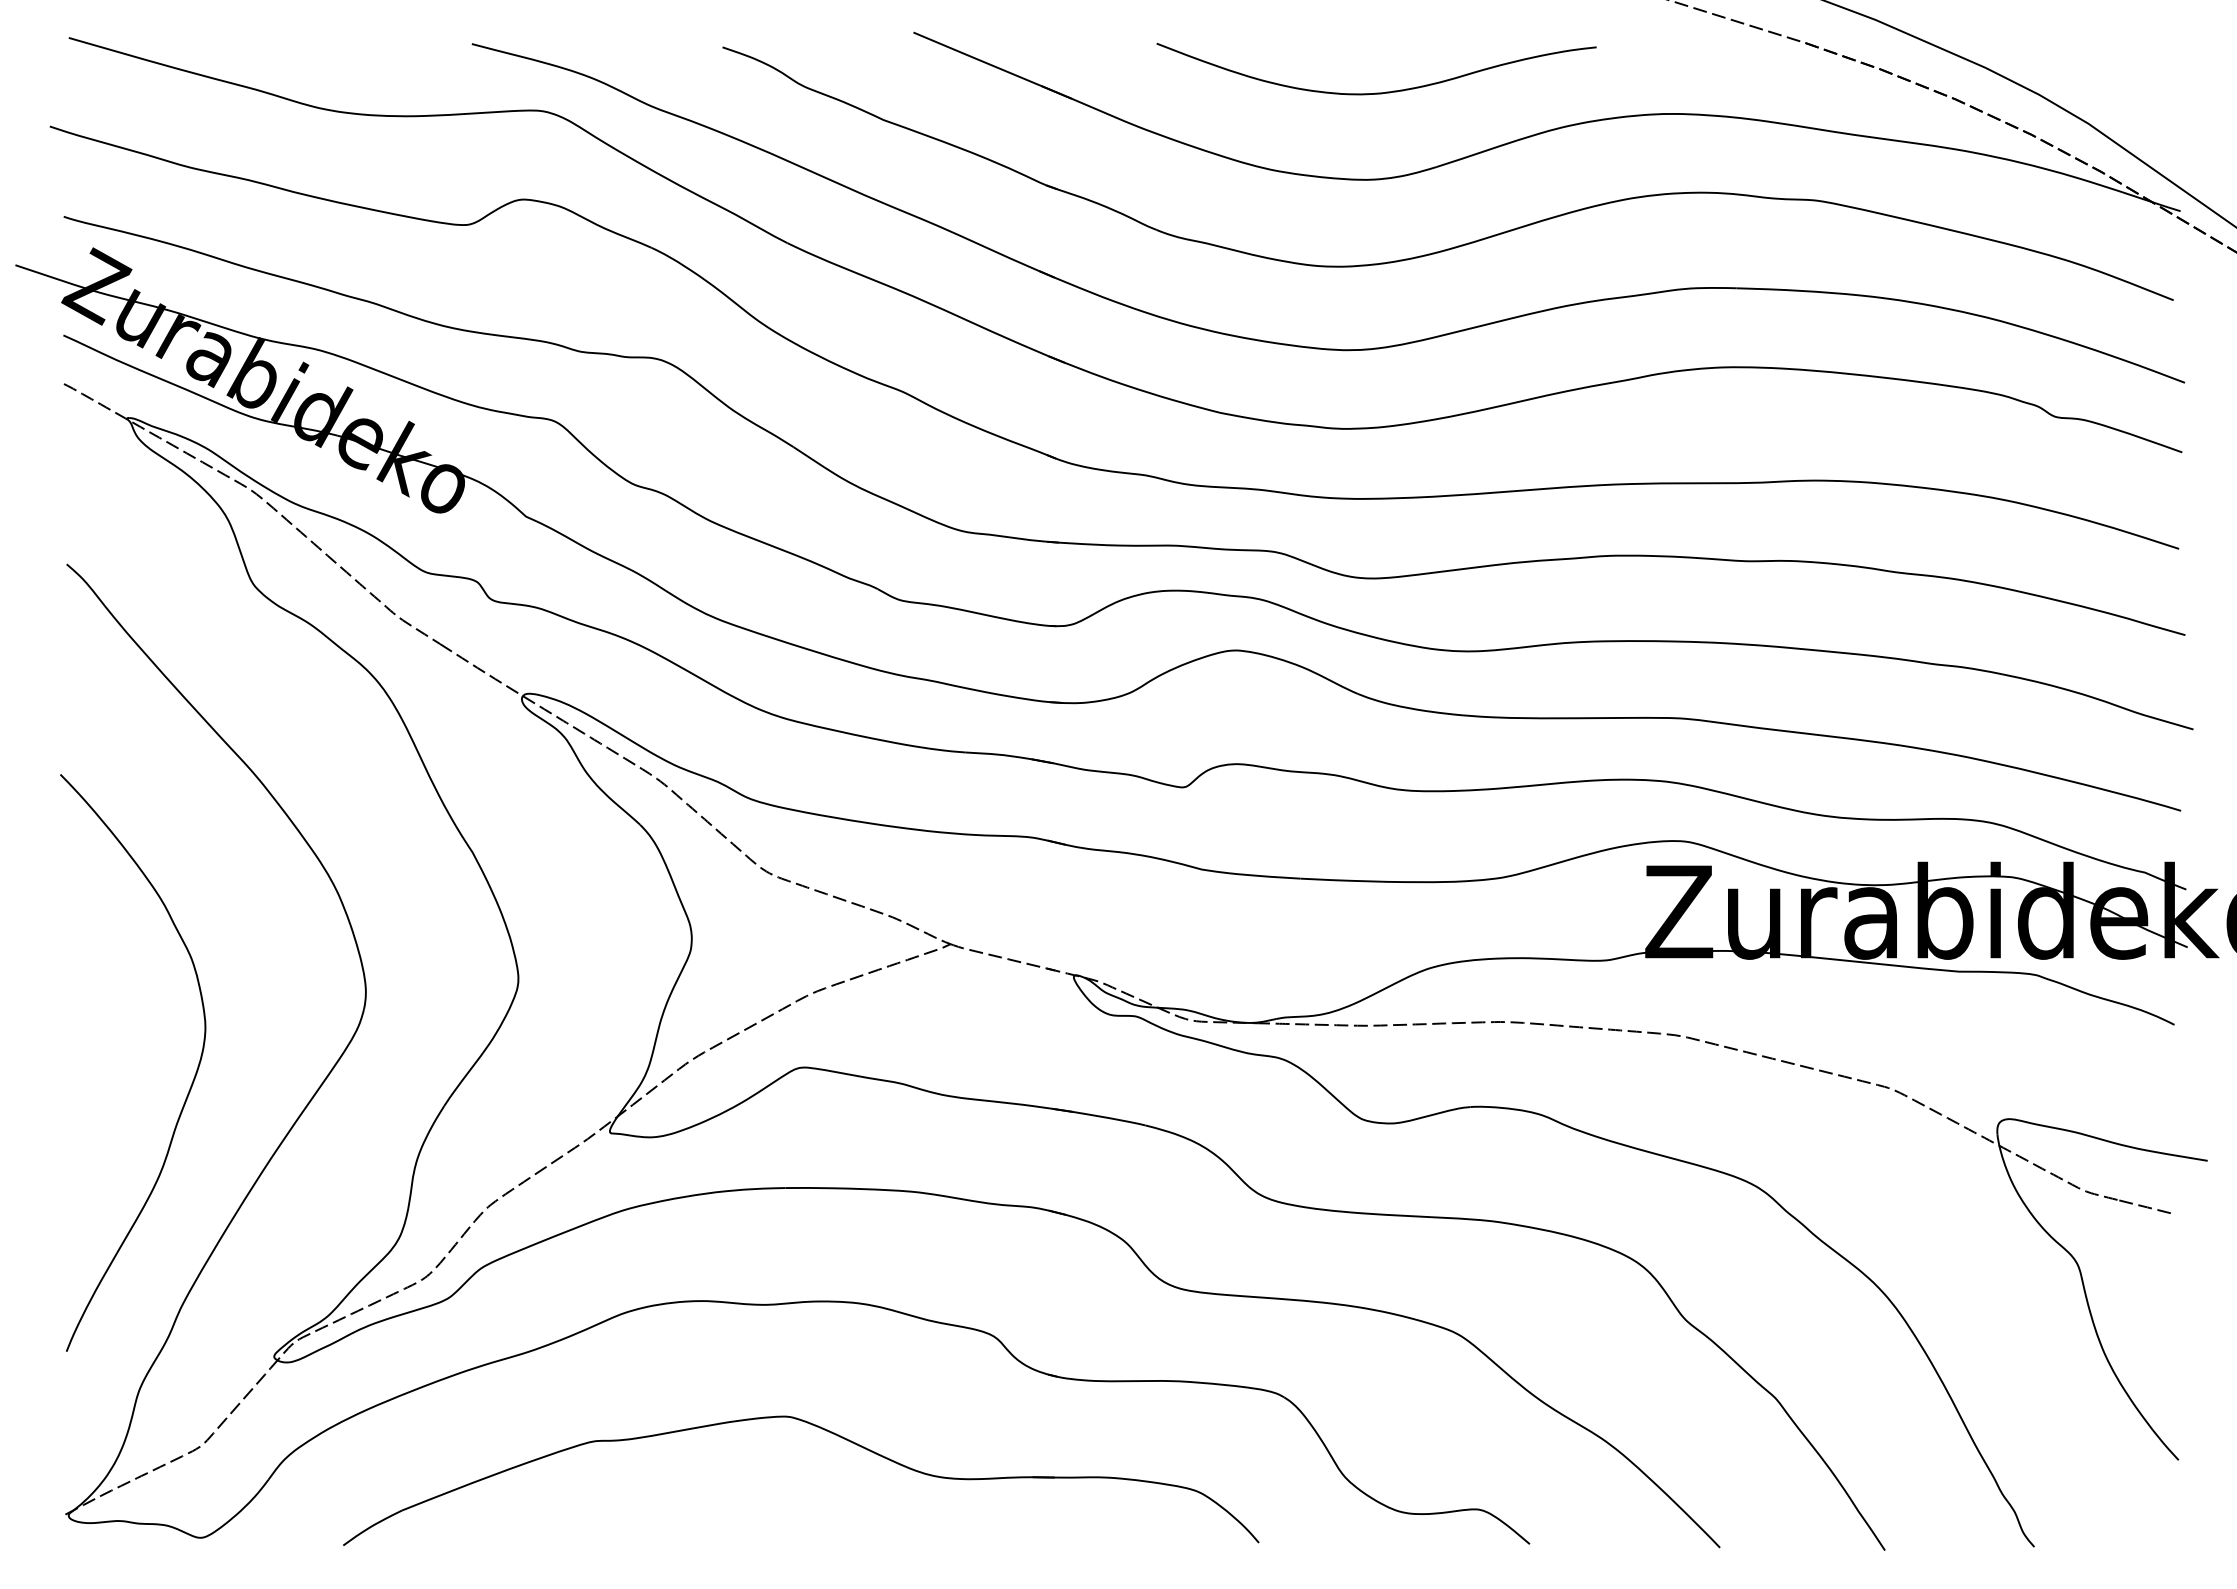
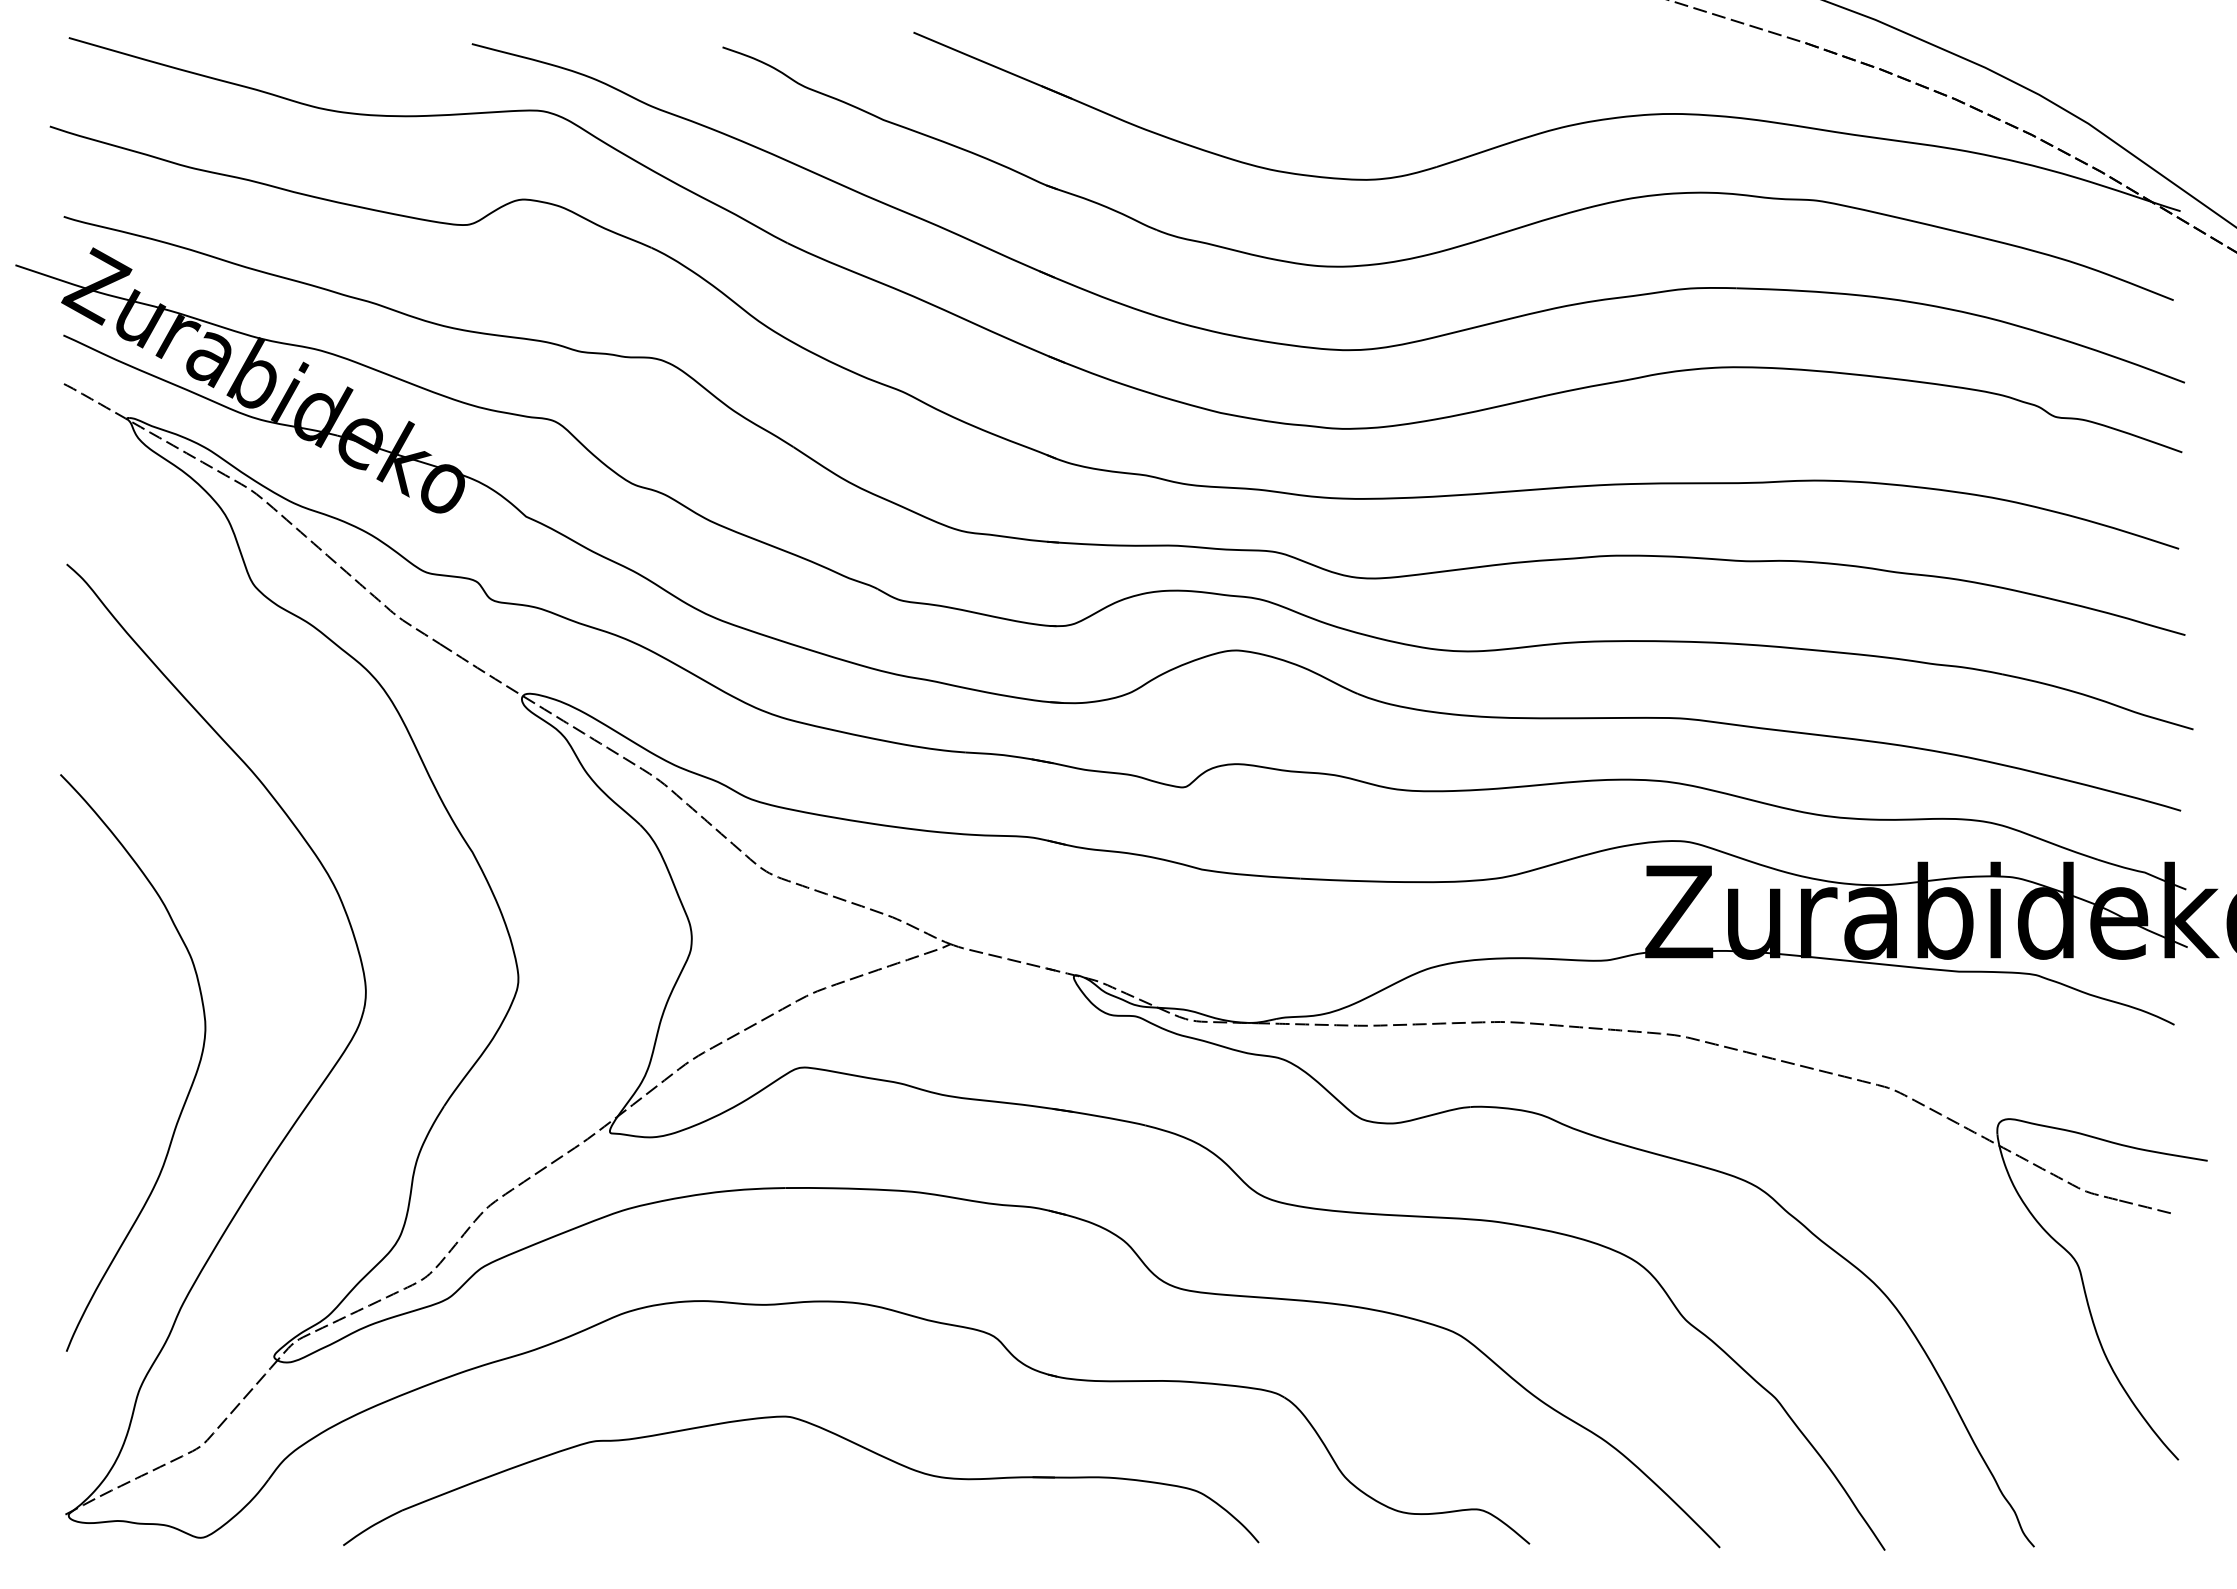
curve at (1376, 92): present -> none
